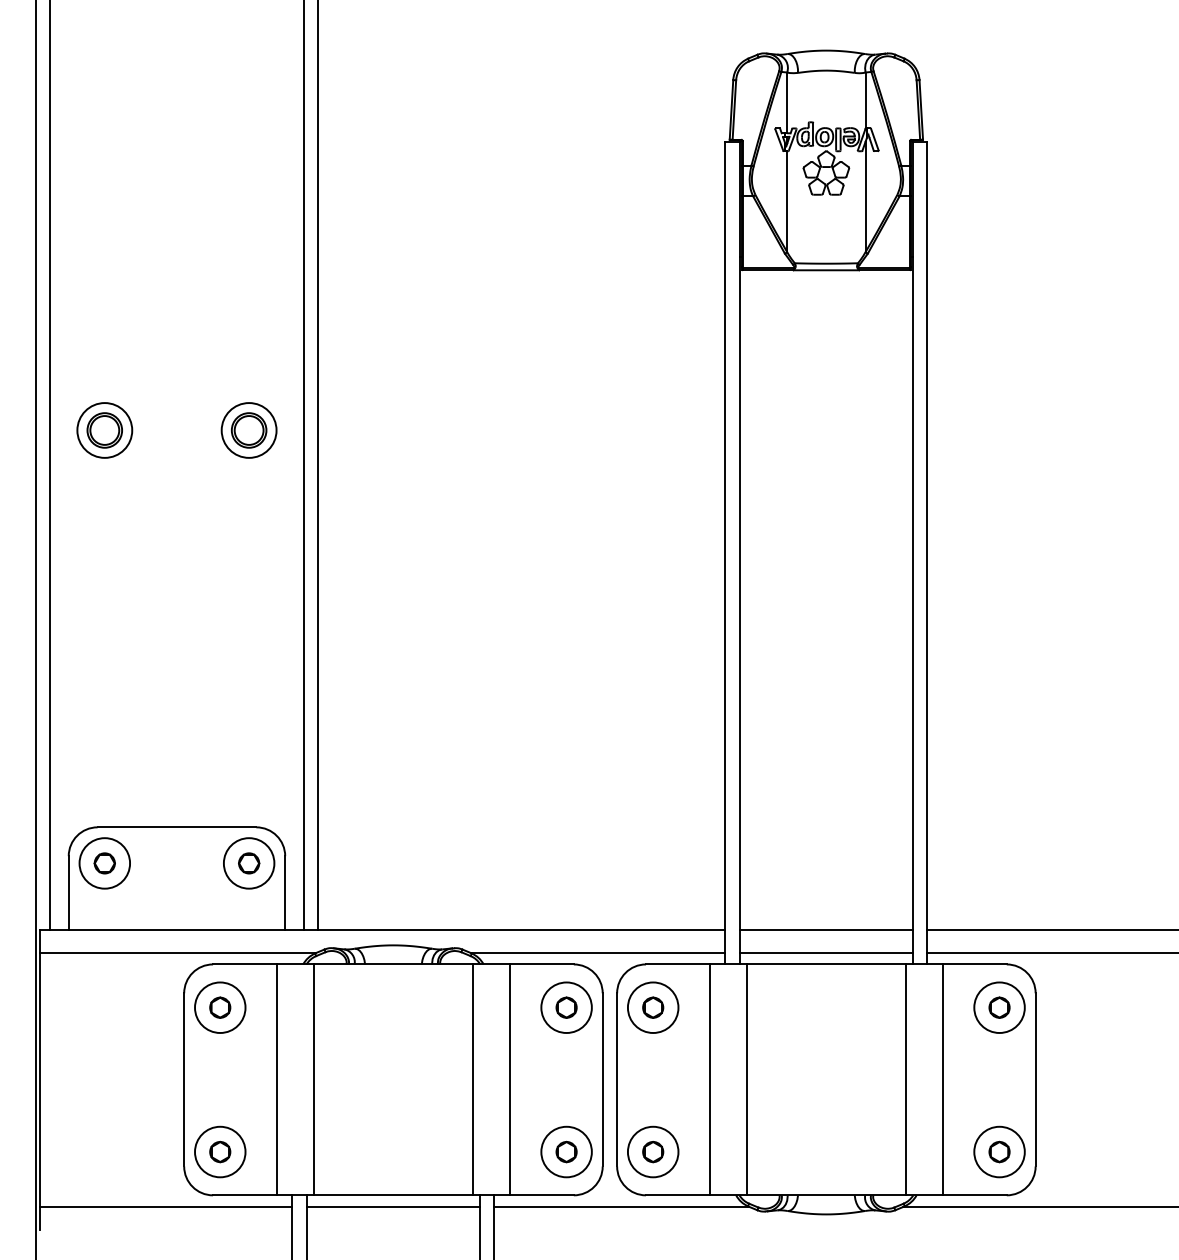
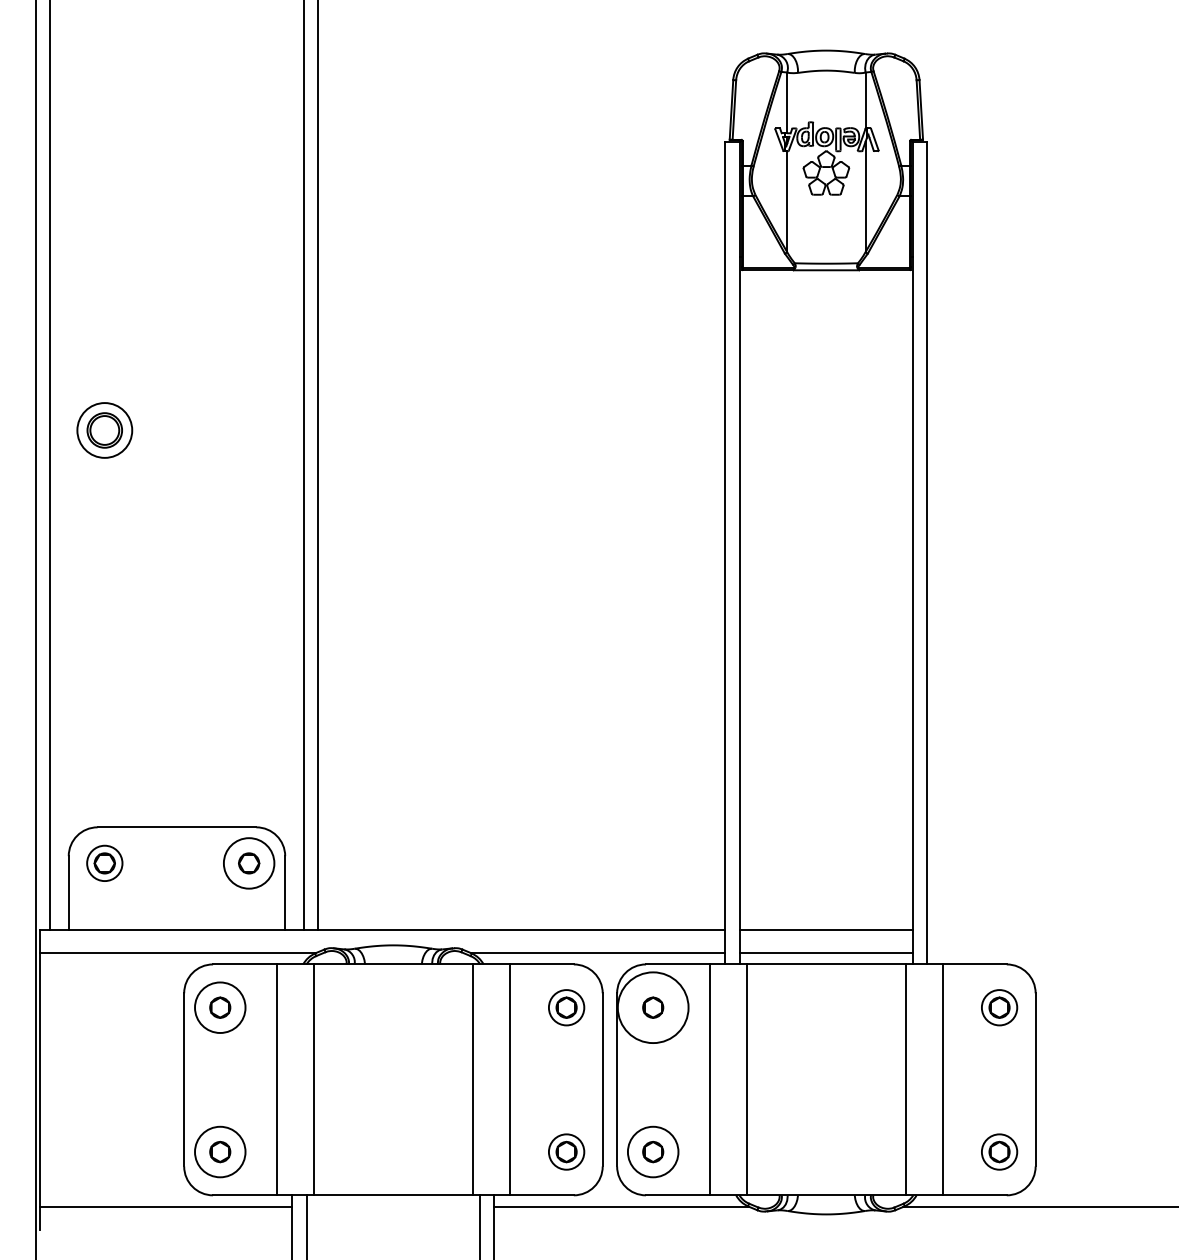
part at (248, 430): present -> none
circle at (104, 863) diameter: 51 px -> 35 px
line at (1051, 929): present -> none
line at (1051, 952): present -> none
circle at (566, 1007) diameter: 51 px -> 35 px
circle at (652, 1007) diameter: 51 px -> 71 px
circle at (999, 1007) diameter: 51 px -> 35 px
circle at (566, 1151) diameter: 51 px -> 35 px
circle at (999, 1151) diameter: 51 px -> 35 px
line at (393, 1206): present -> none
